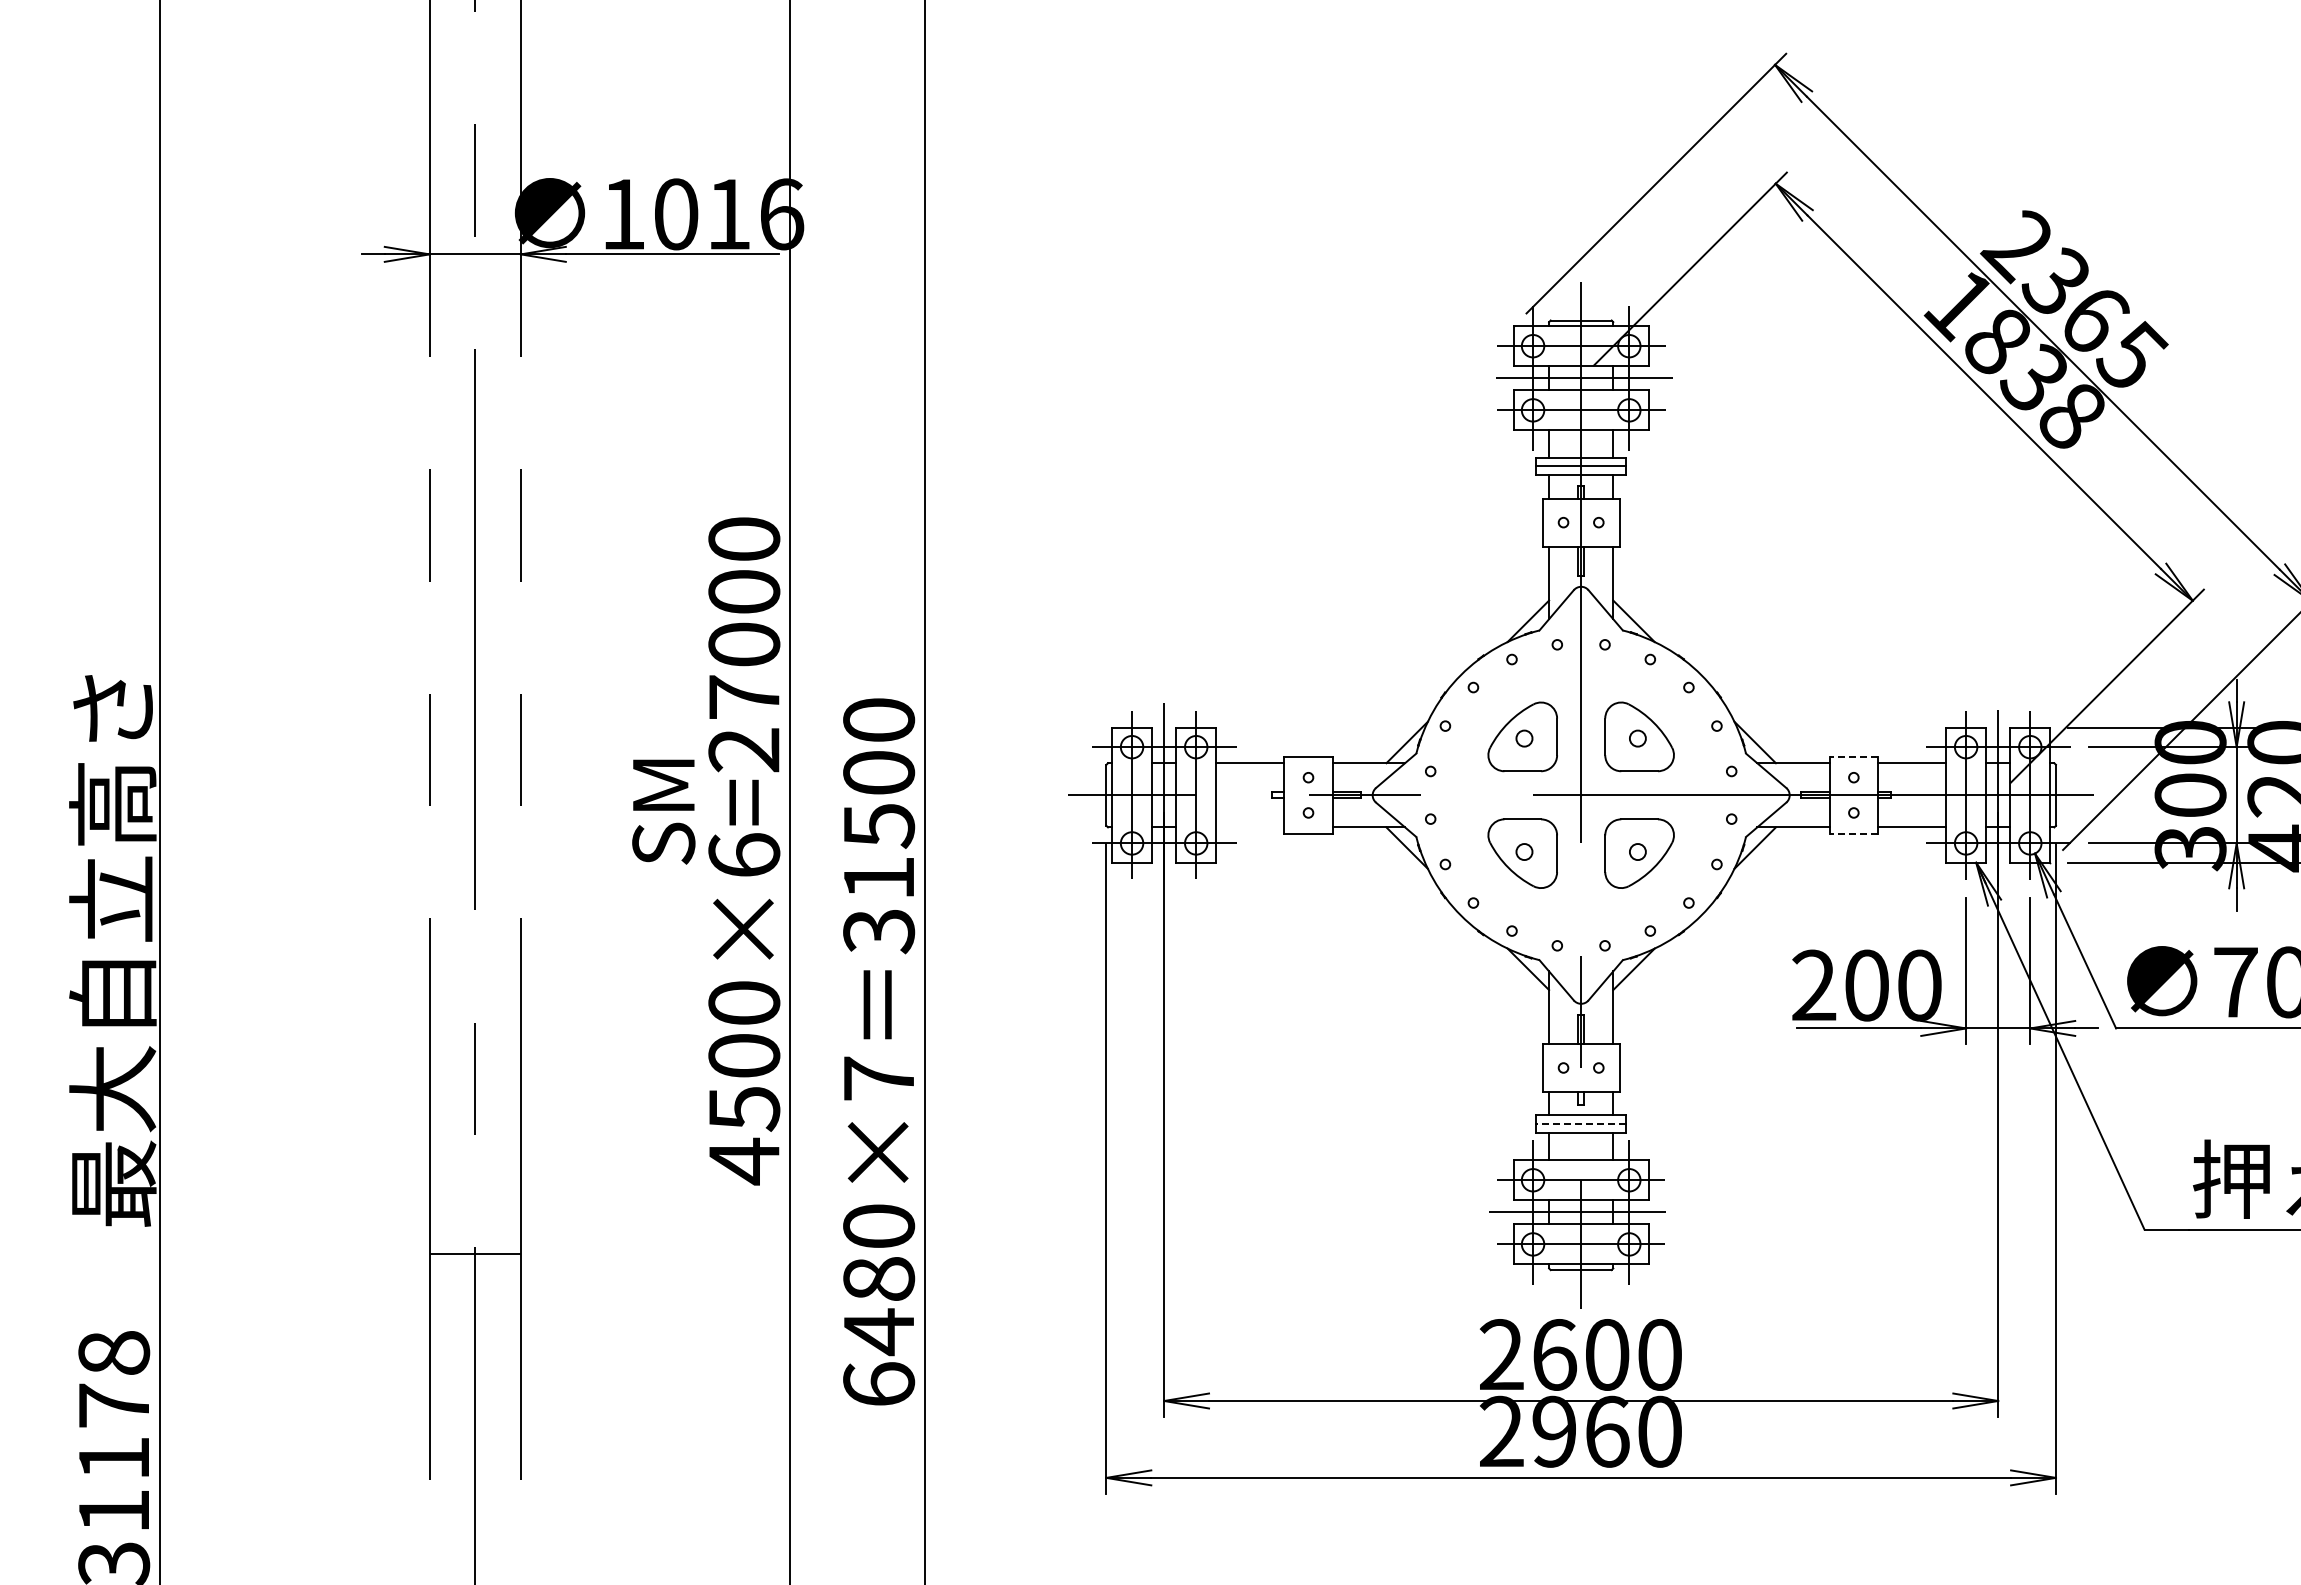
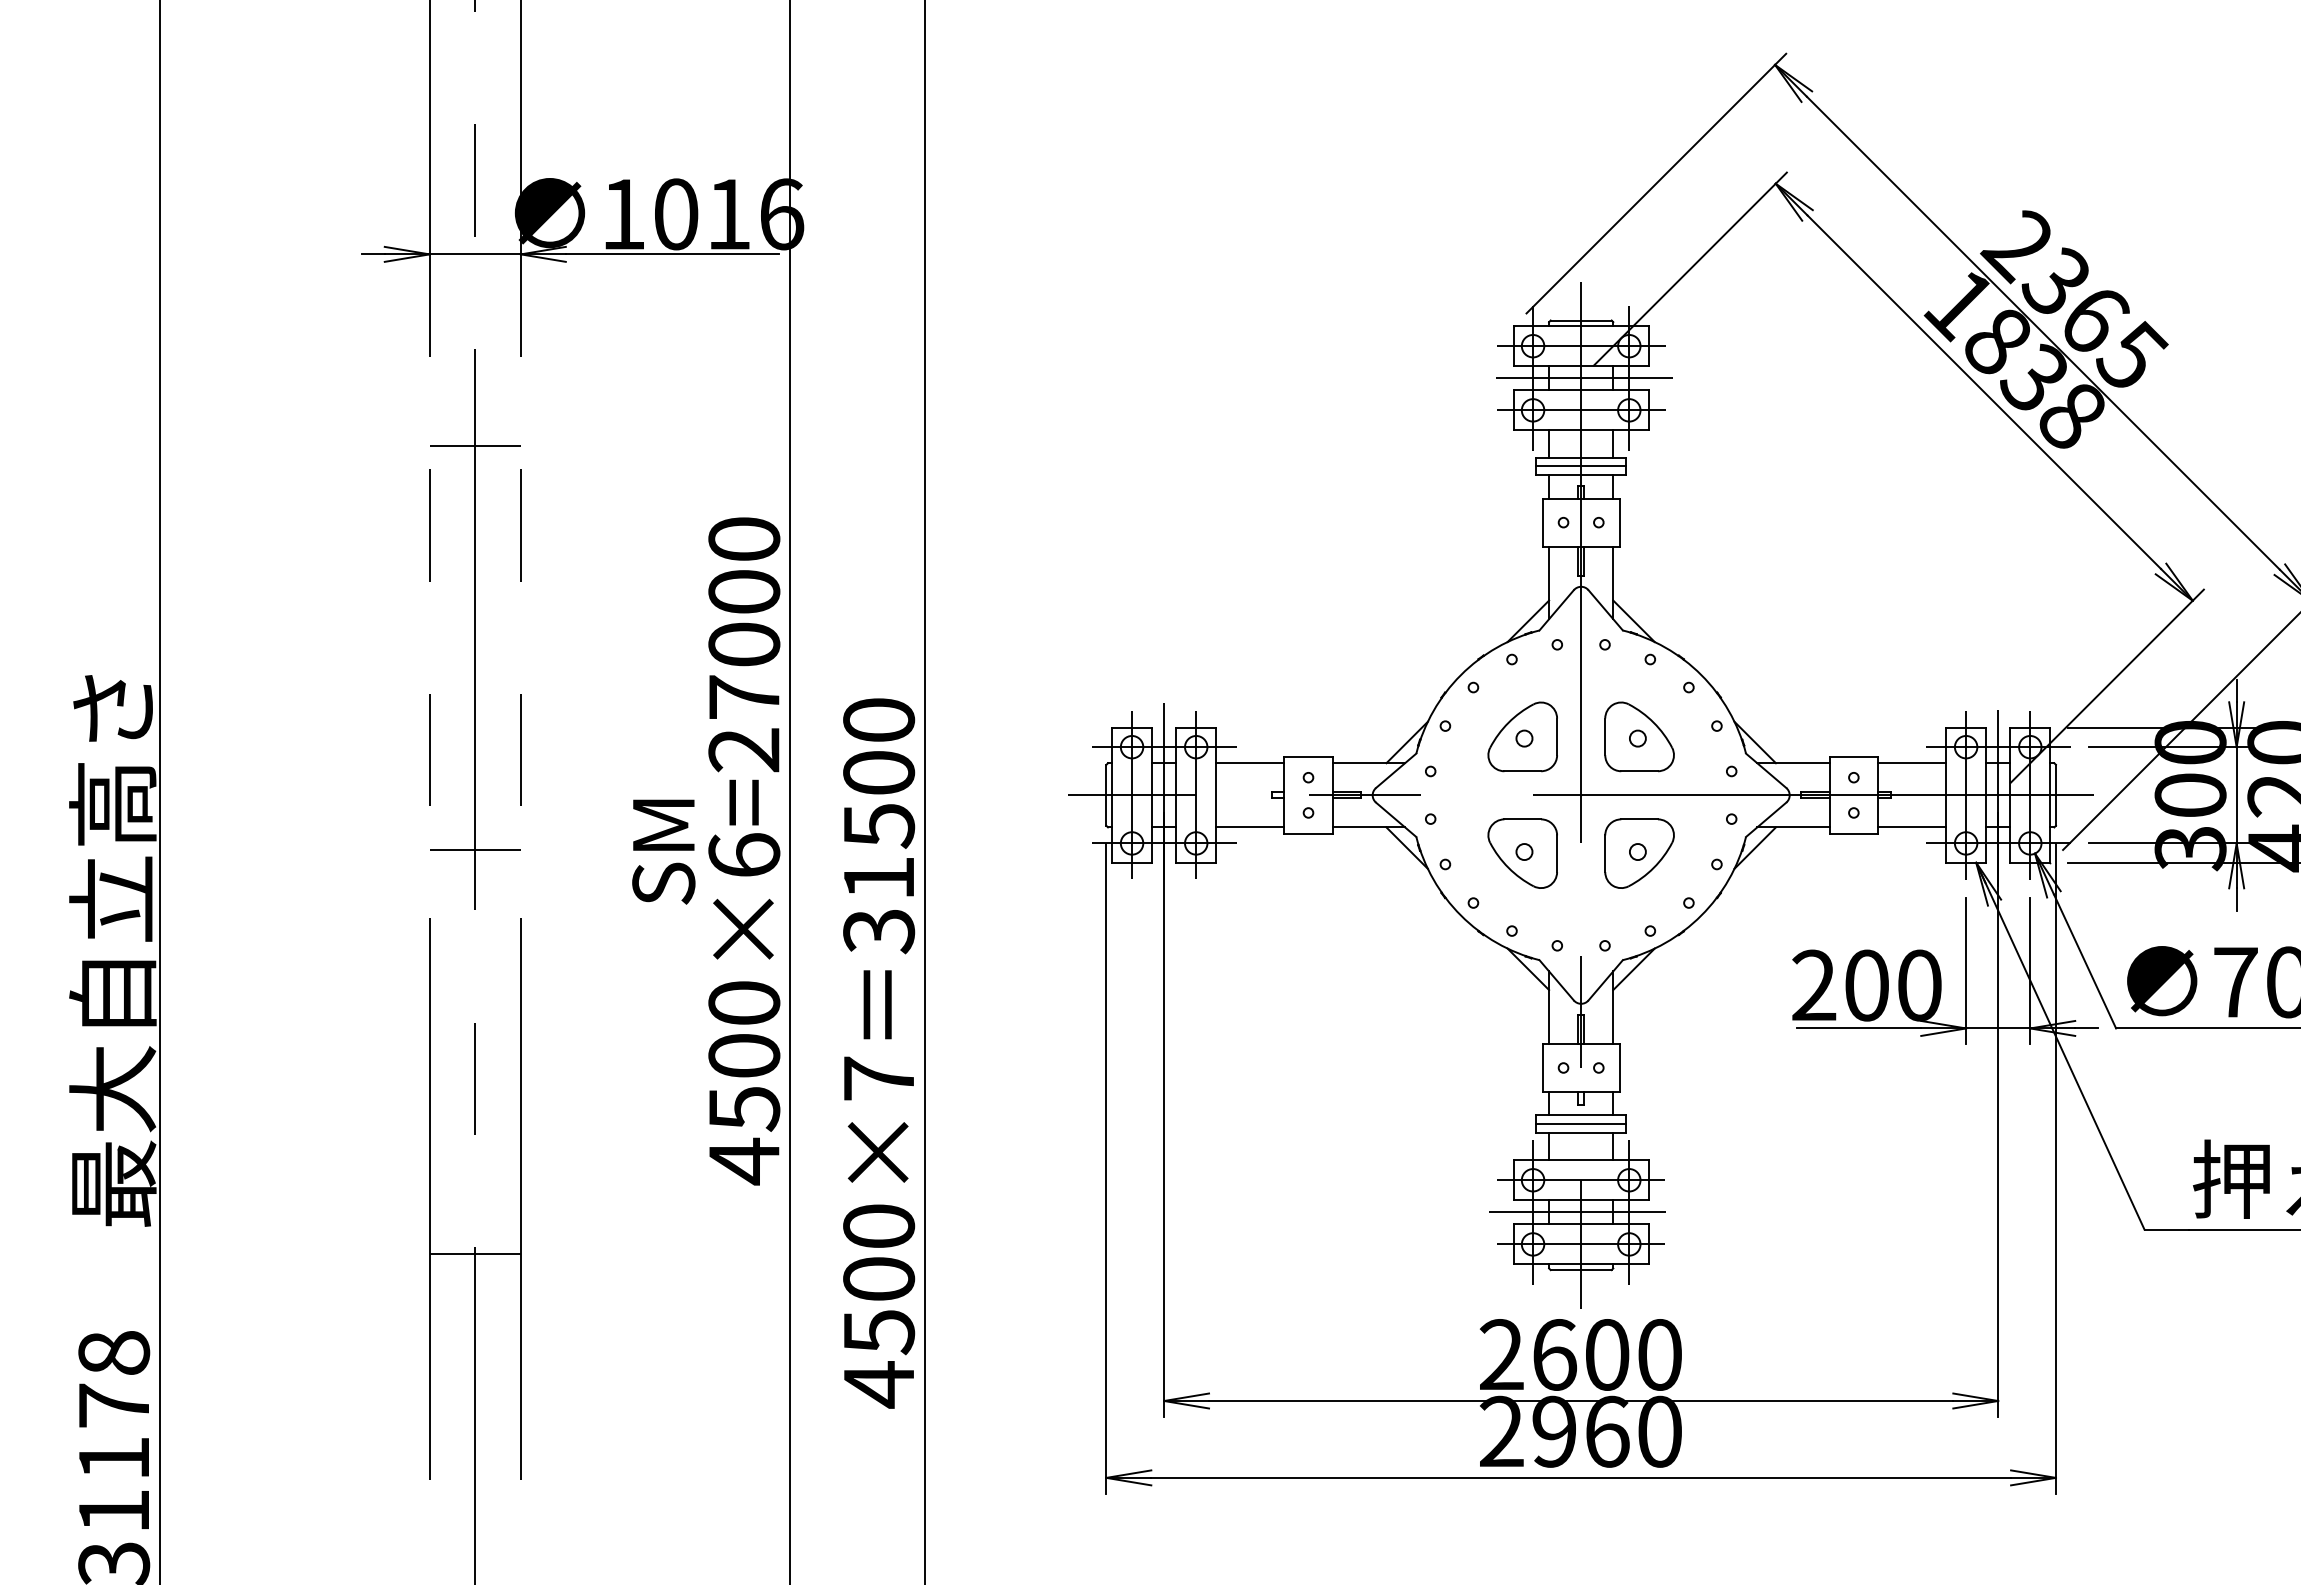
line at (474, 445): none -> present
line at (1853, 756): dashed -> solid
text at (663, 811) position: (663, 811) -> (663, 851)
line at (1250, 827): none -> present
line at (1853, 833): dashed -> solid
line at (474, 850): none -> present
line at (1581, 1124): dashed -> solid
text at (879, 1332): 6480×7 -> 4500×7
